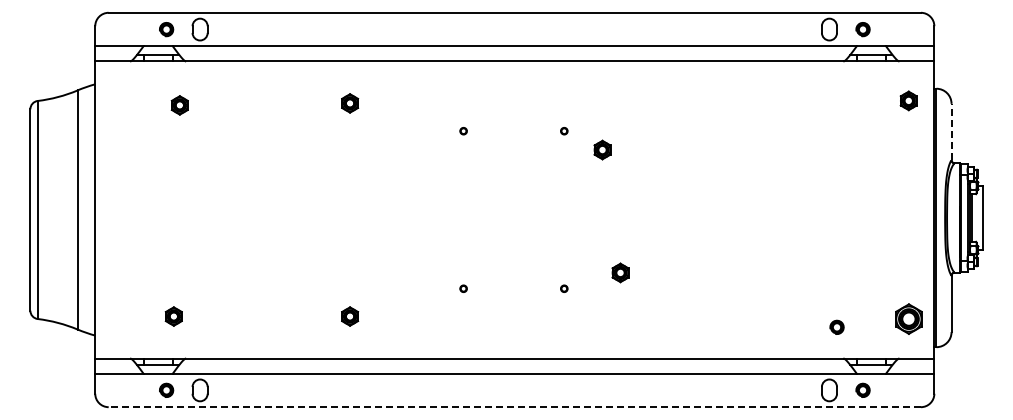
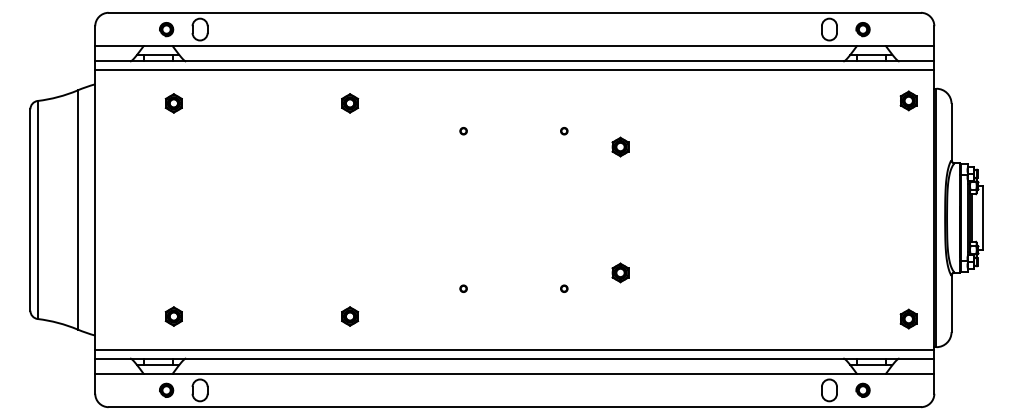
line at (514, 69): none -> present
part at (179, 105) position: (179, 105) -> (173, 103)
line at (951, 131): dashed -> solid
part at (602, 149) position: (602, 149) -> (620, 146)
part at (908, 318) size: 28x32 px -> 19x22 px
part at (836, 326): present -> none
line at (514, 350): none -> present
line at (514, 407): dashed -> solid
